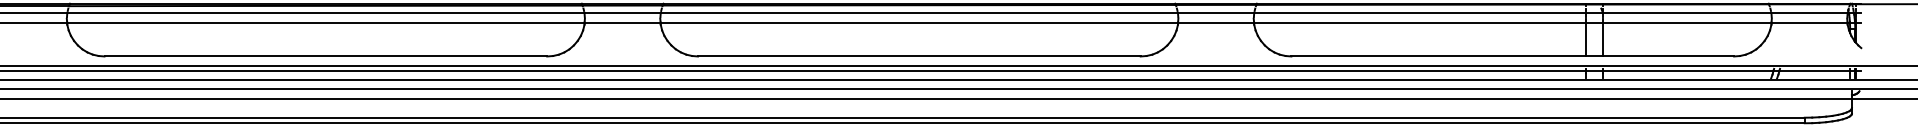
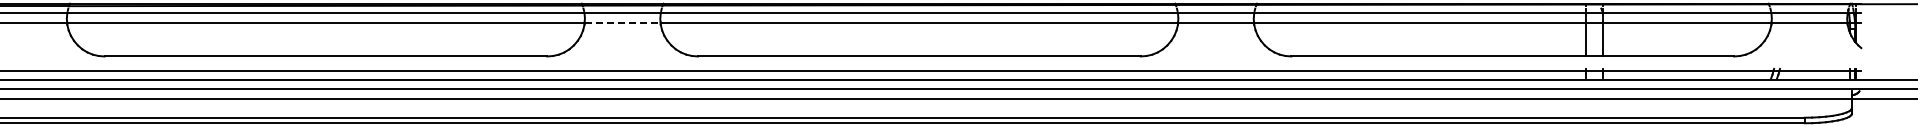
line at (623, 22): solid -> dashed
line at (958, 65): present -> none
